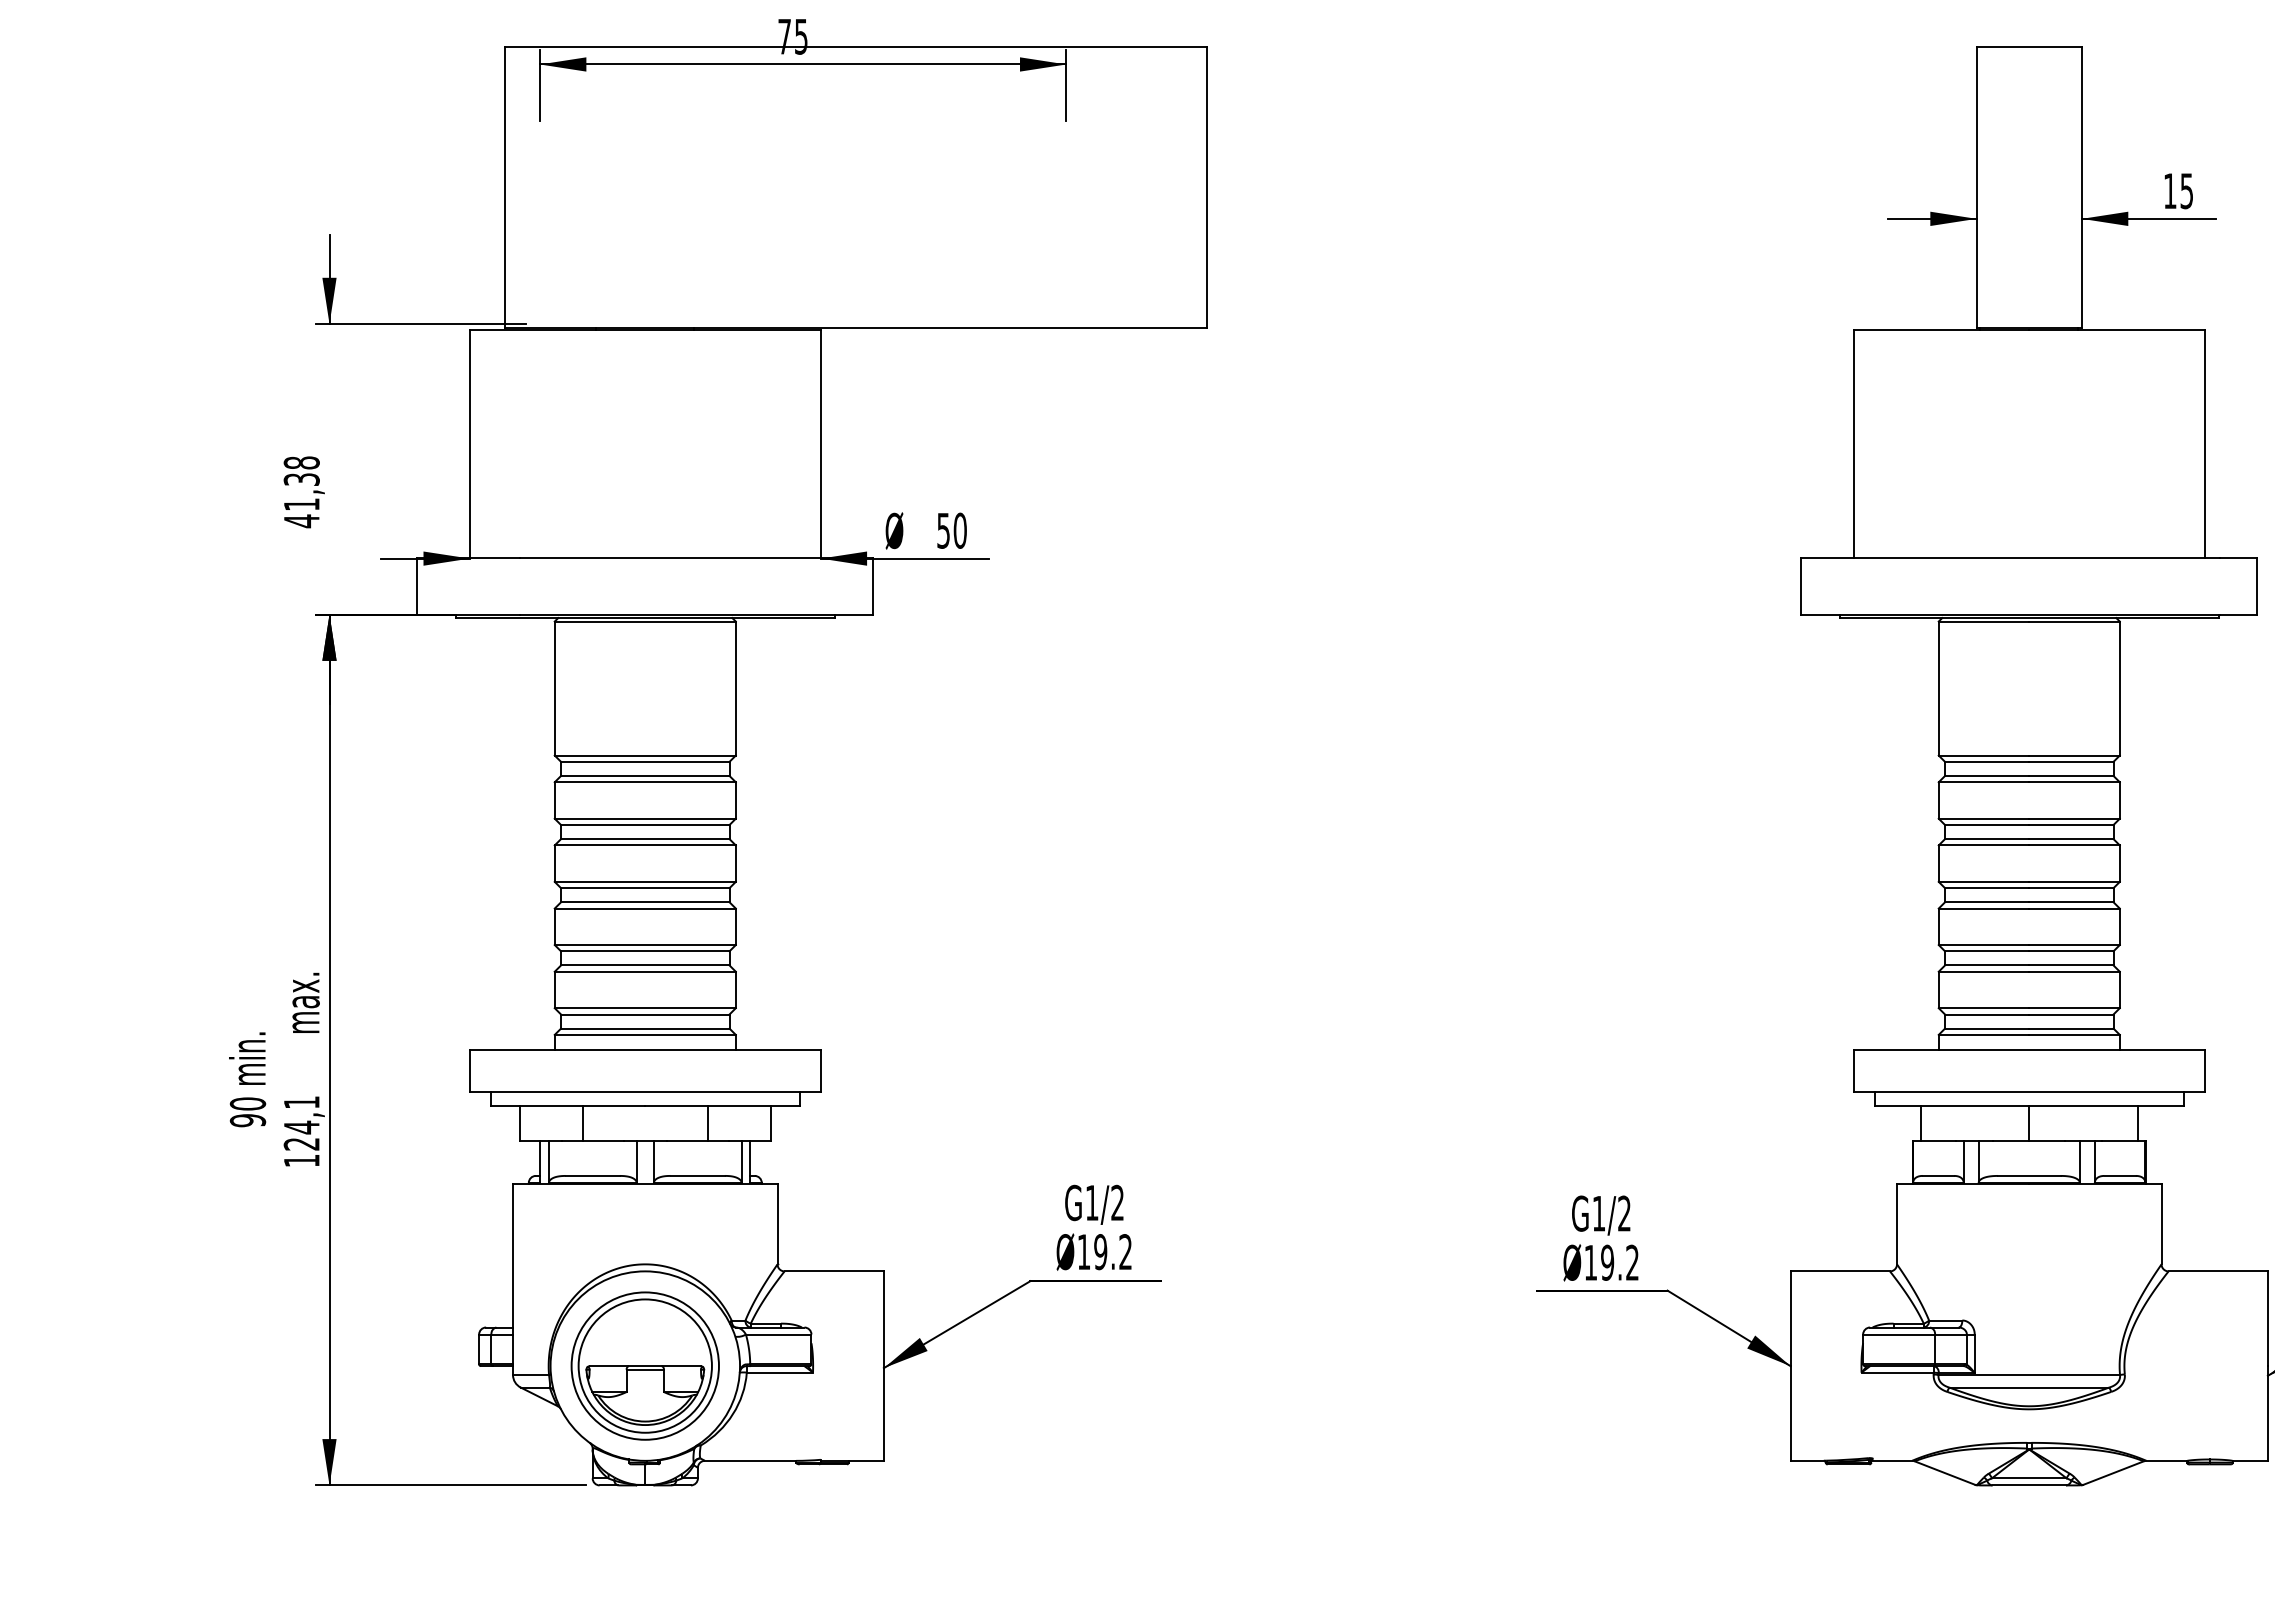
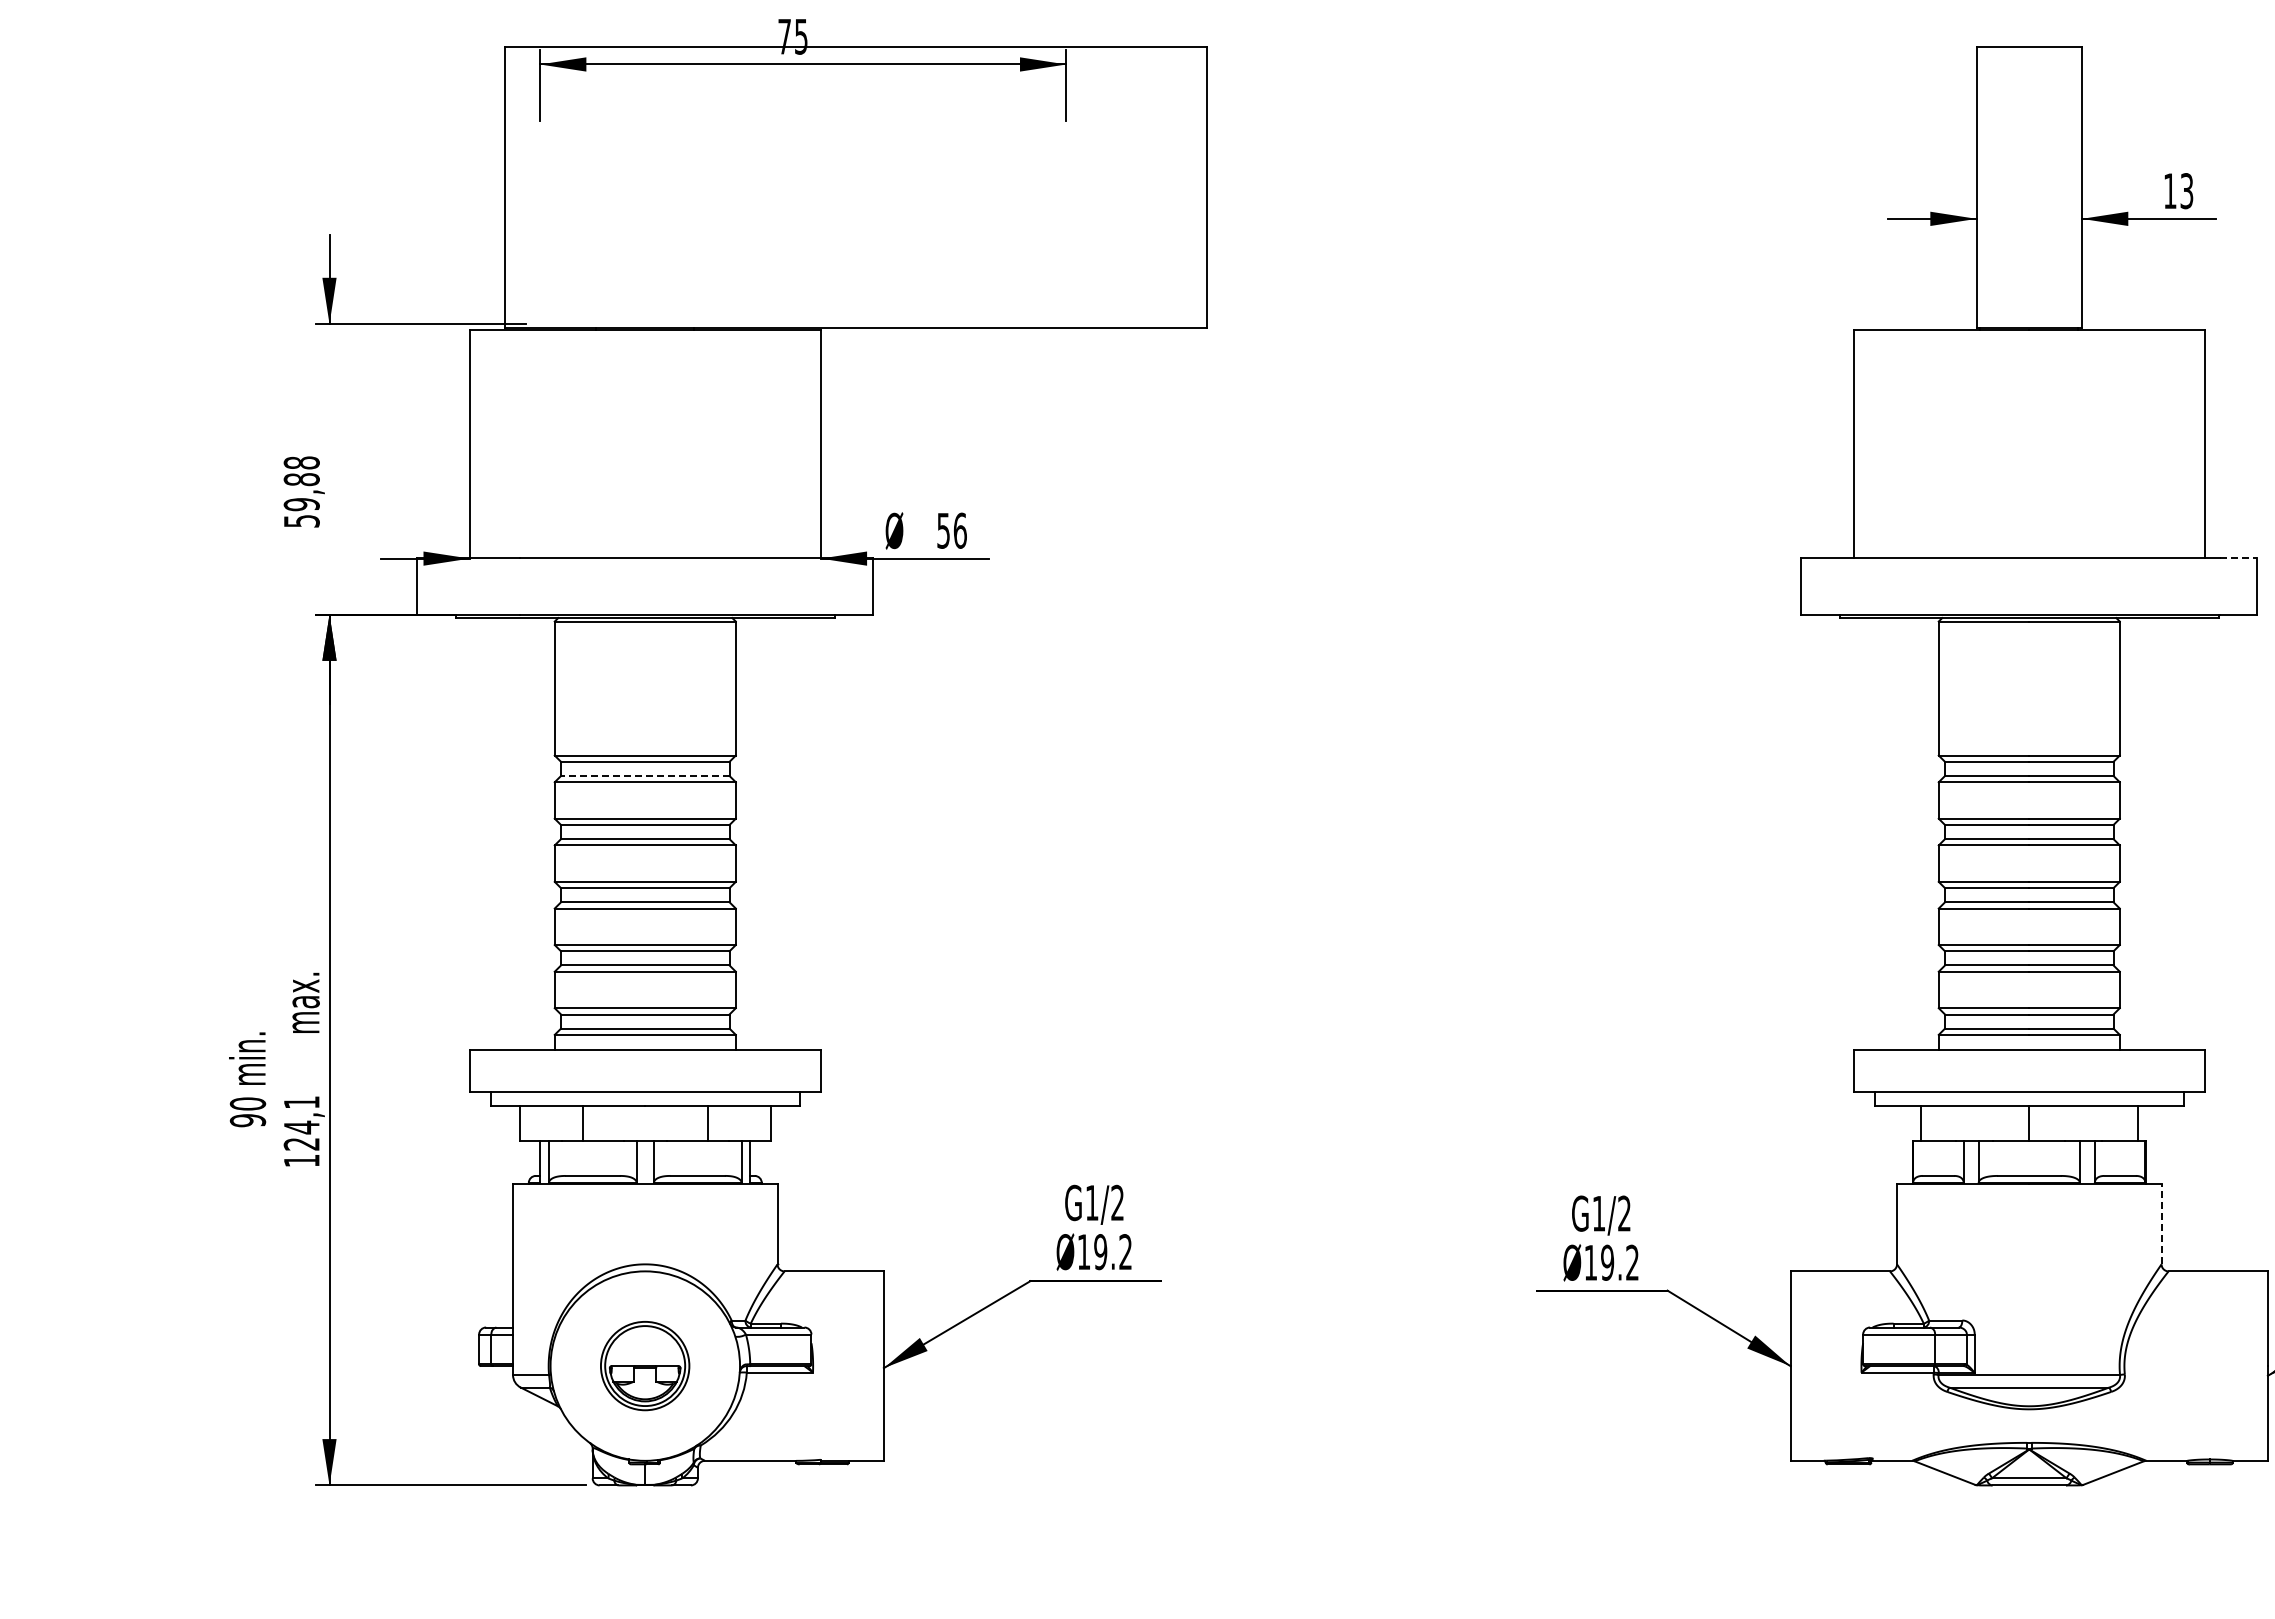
text at (2187, 190): 15 -> 13
text at (301, 500): 41,38 -> 59,88
text at (959, 530): 50 -> 56
line at (2238, 558): solid -> dashed
line at (644, 775): solid -> dashed
line at (2161, 1223): solid -> dashed
part at (644, 1365) size: 150x150 px -> 91x91 px
